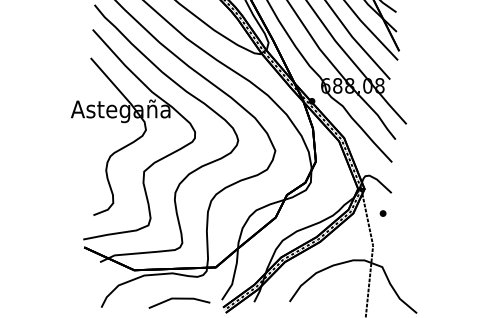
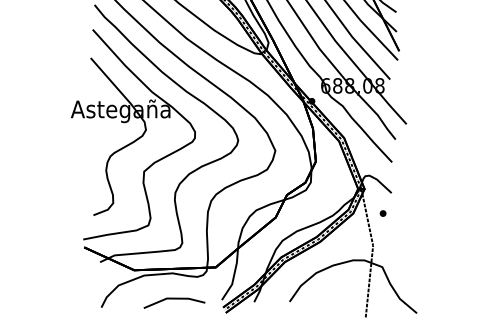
line at (179, 299) position: (179, 299) -> (174, 299)
